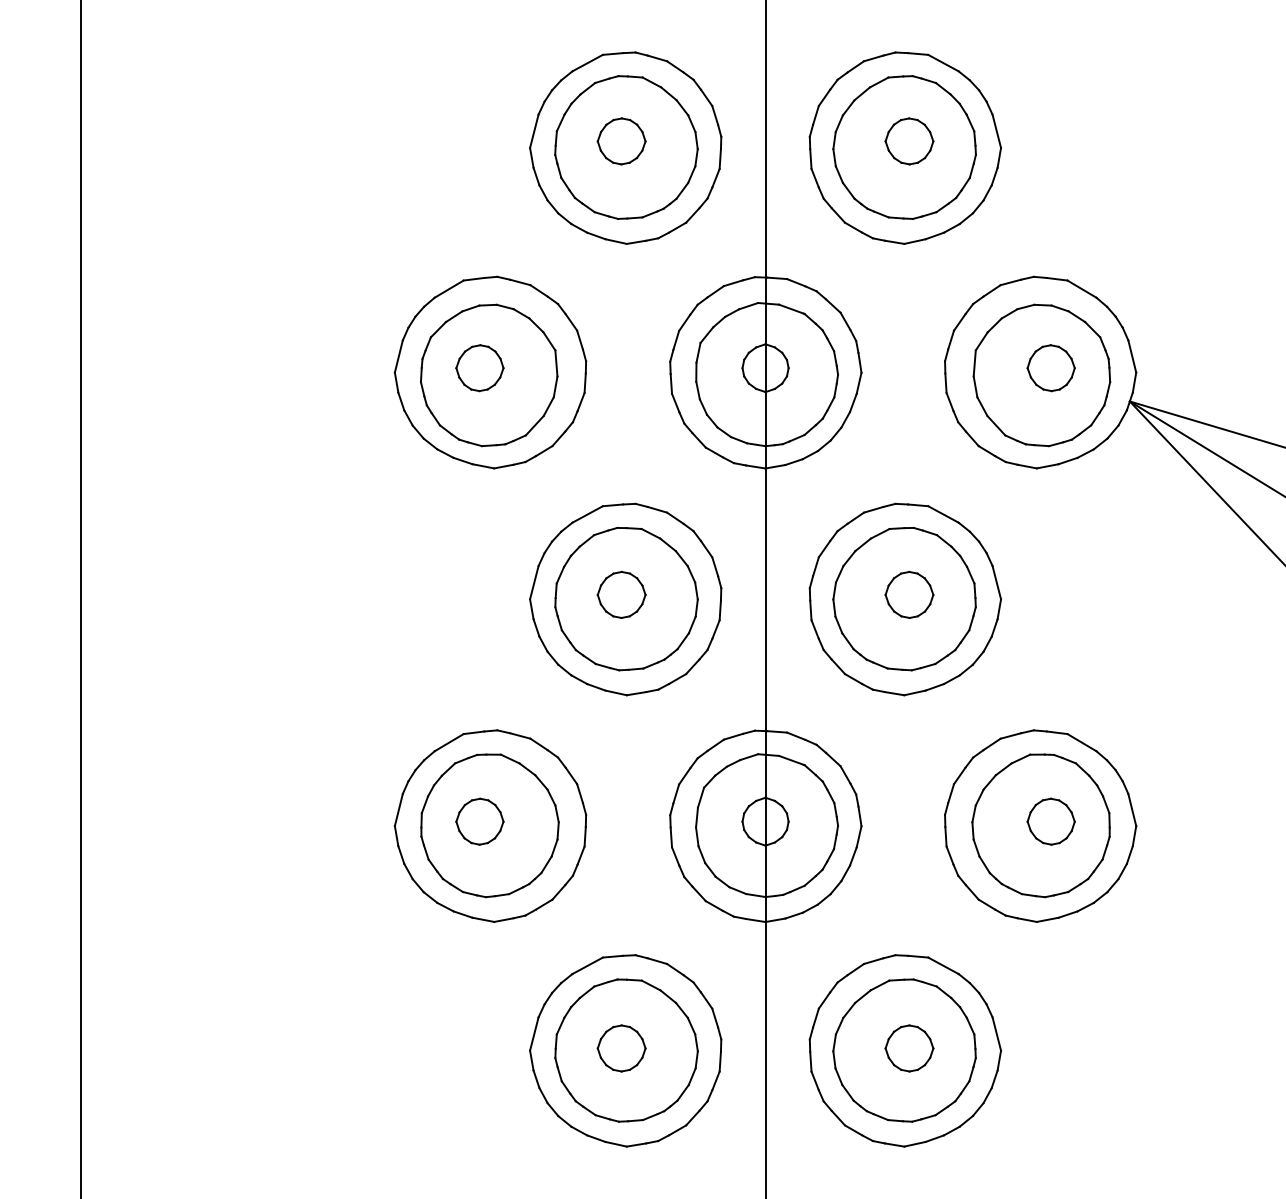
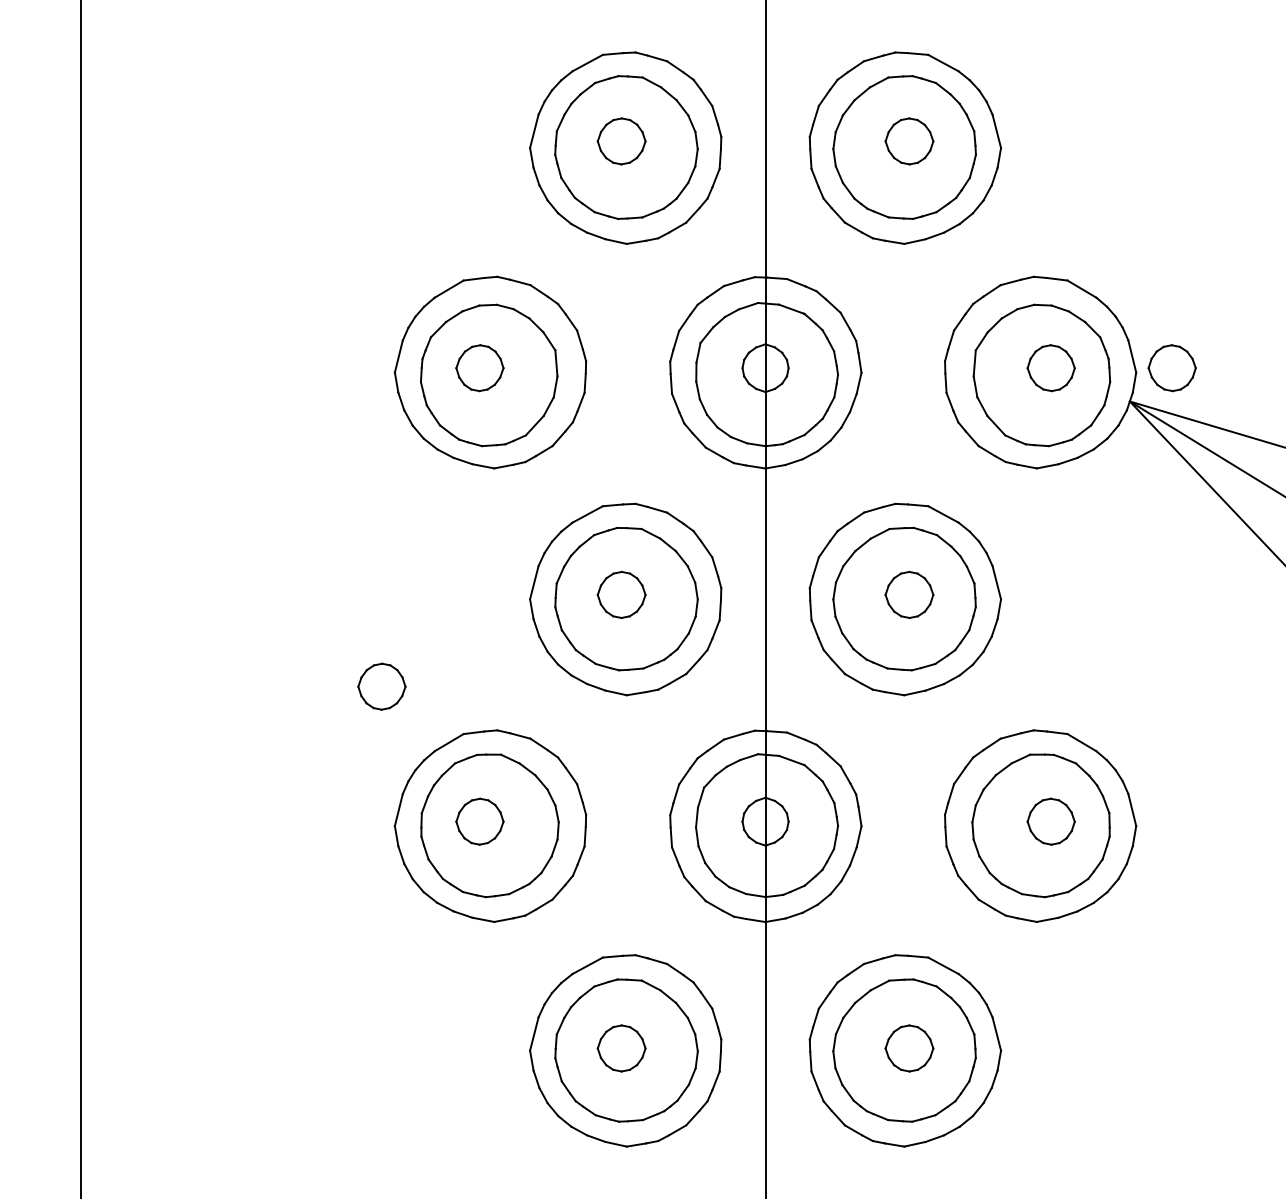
part at (1171, 368): none -> present
part at (381, 686): none -> present
